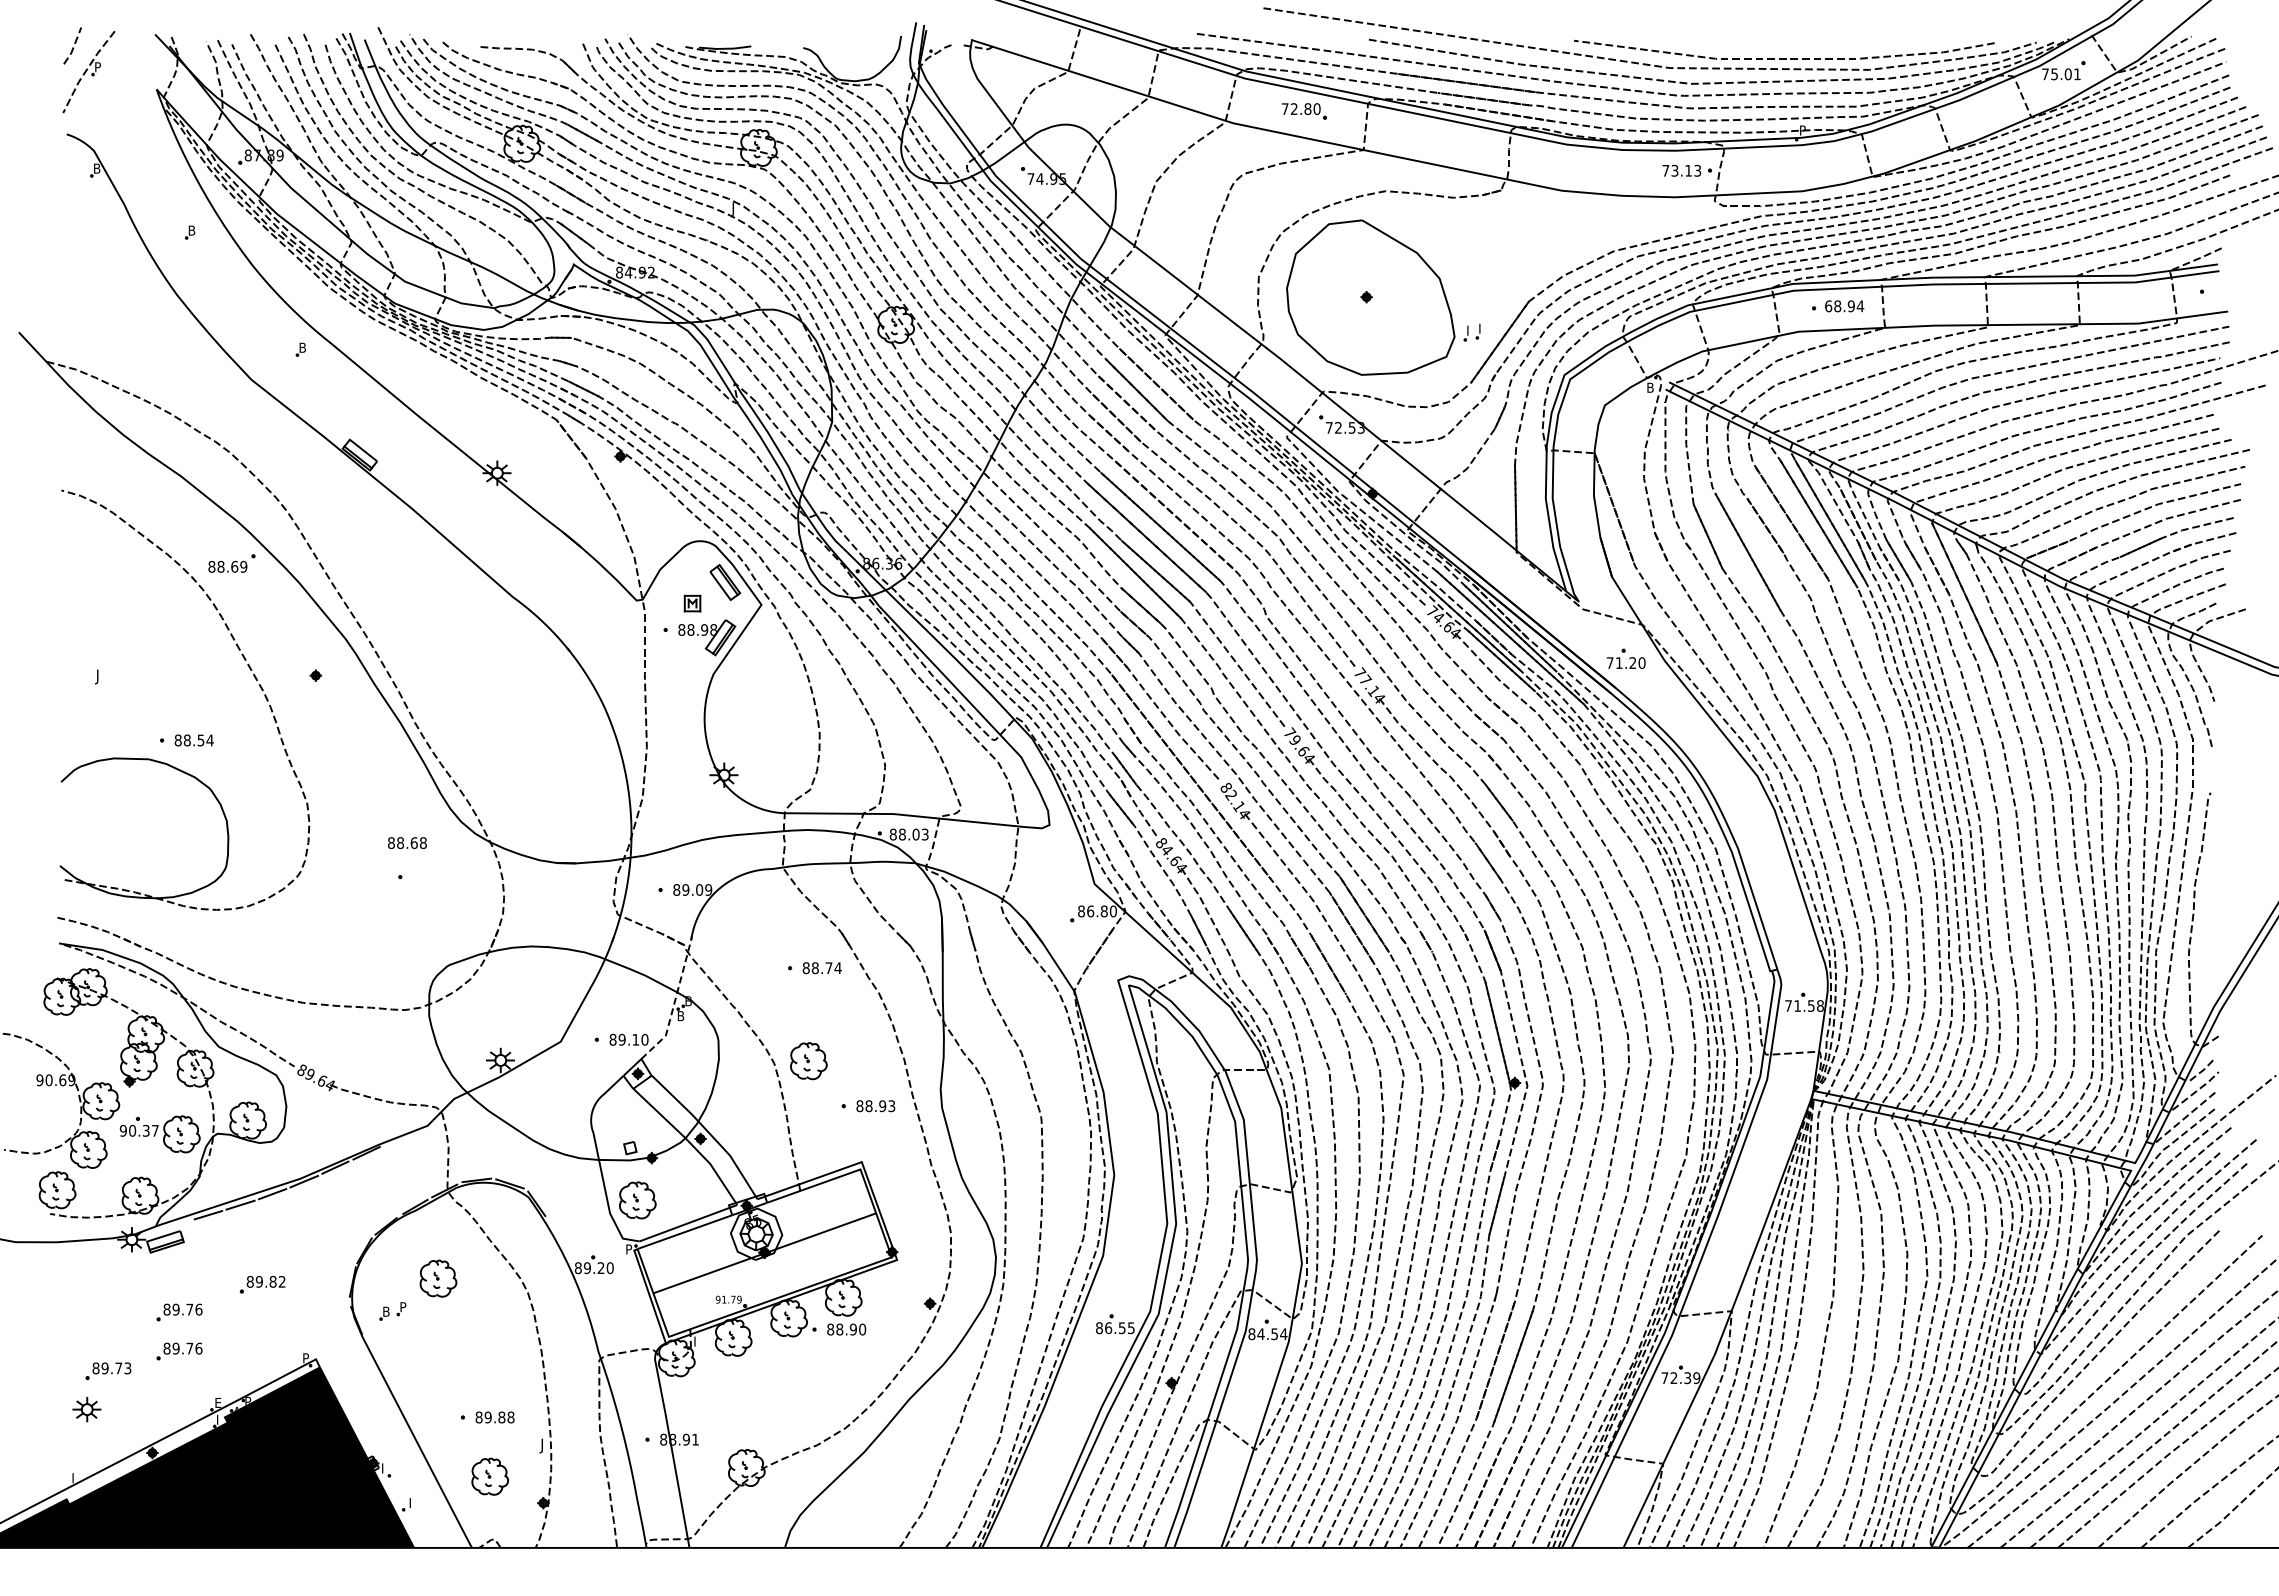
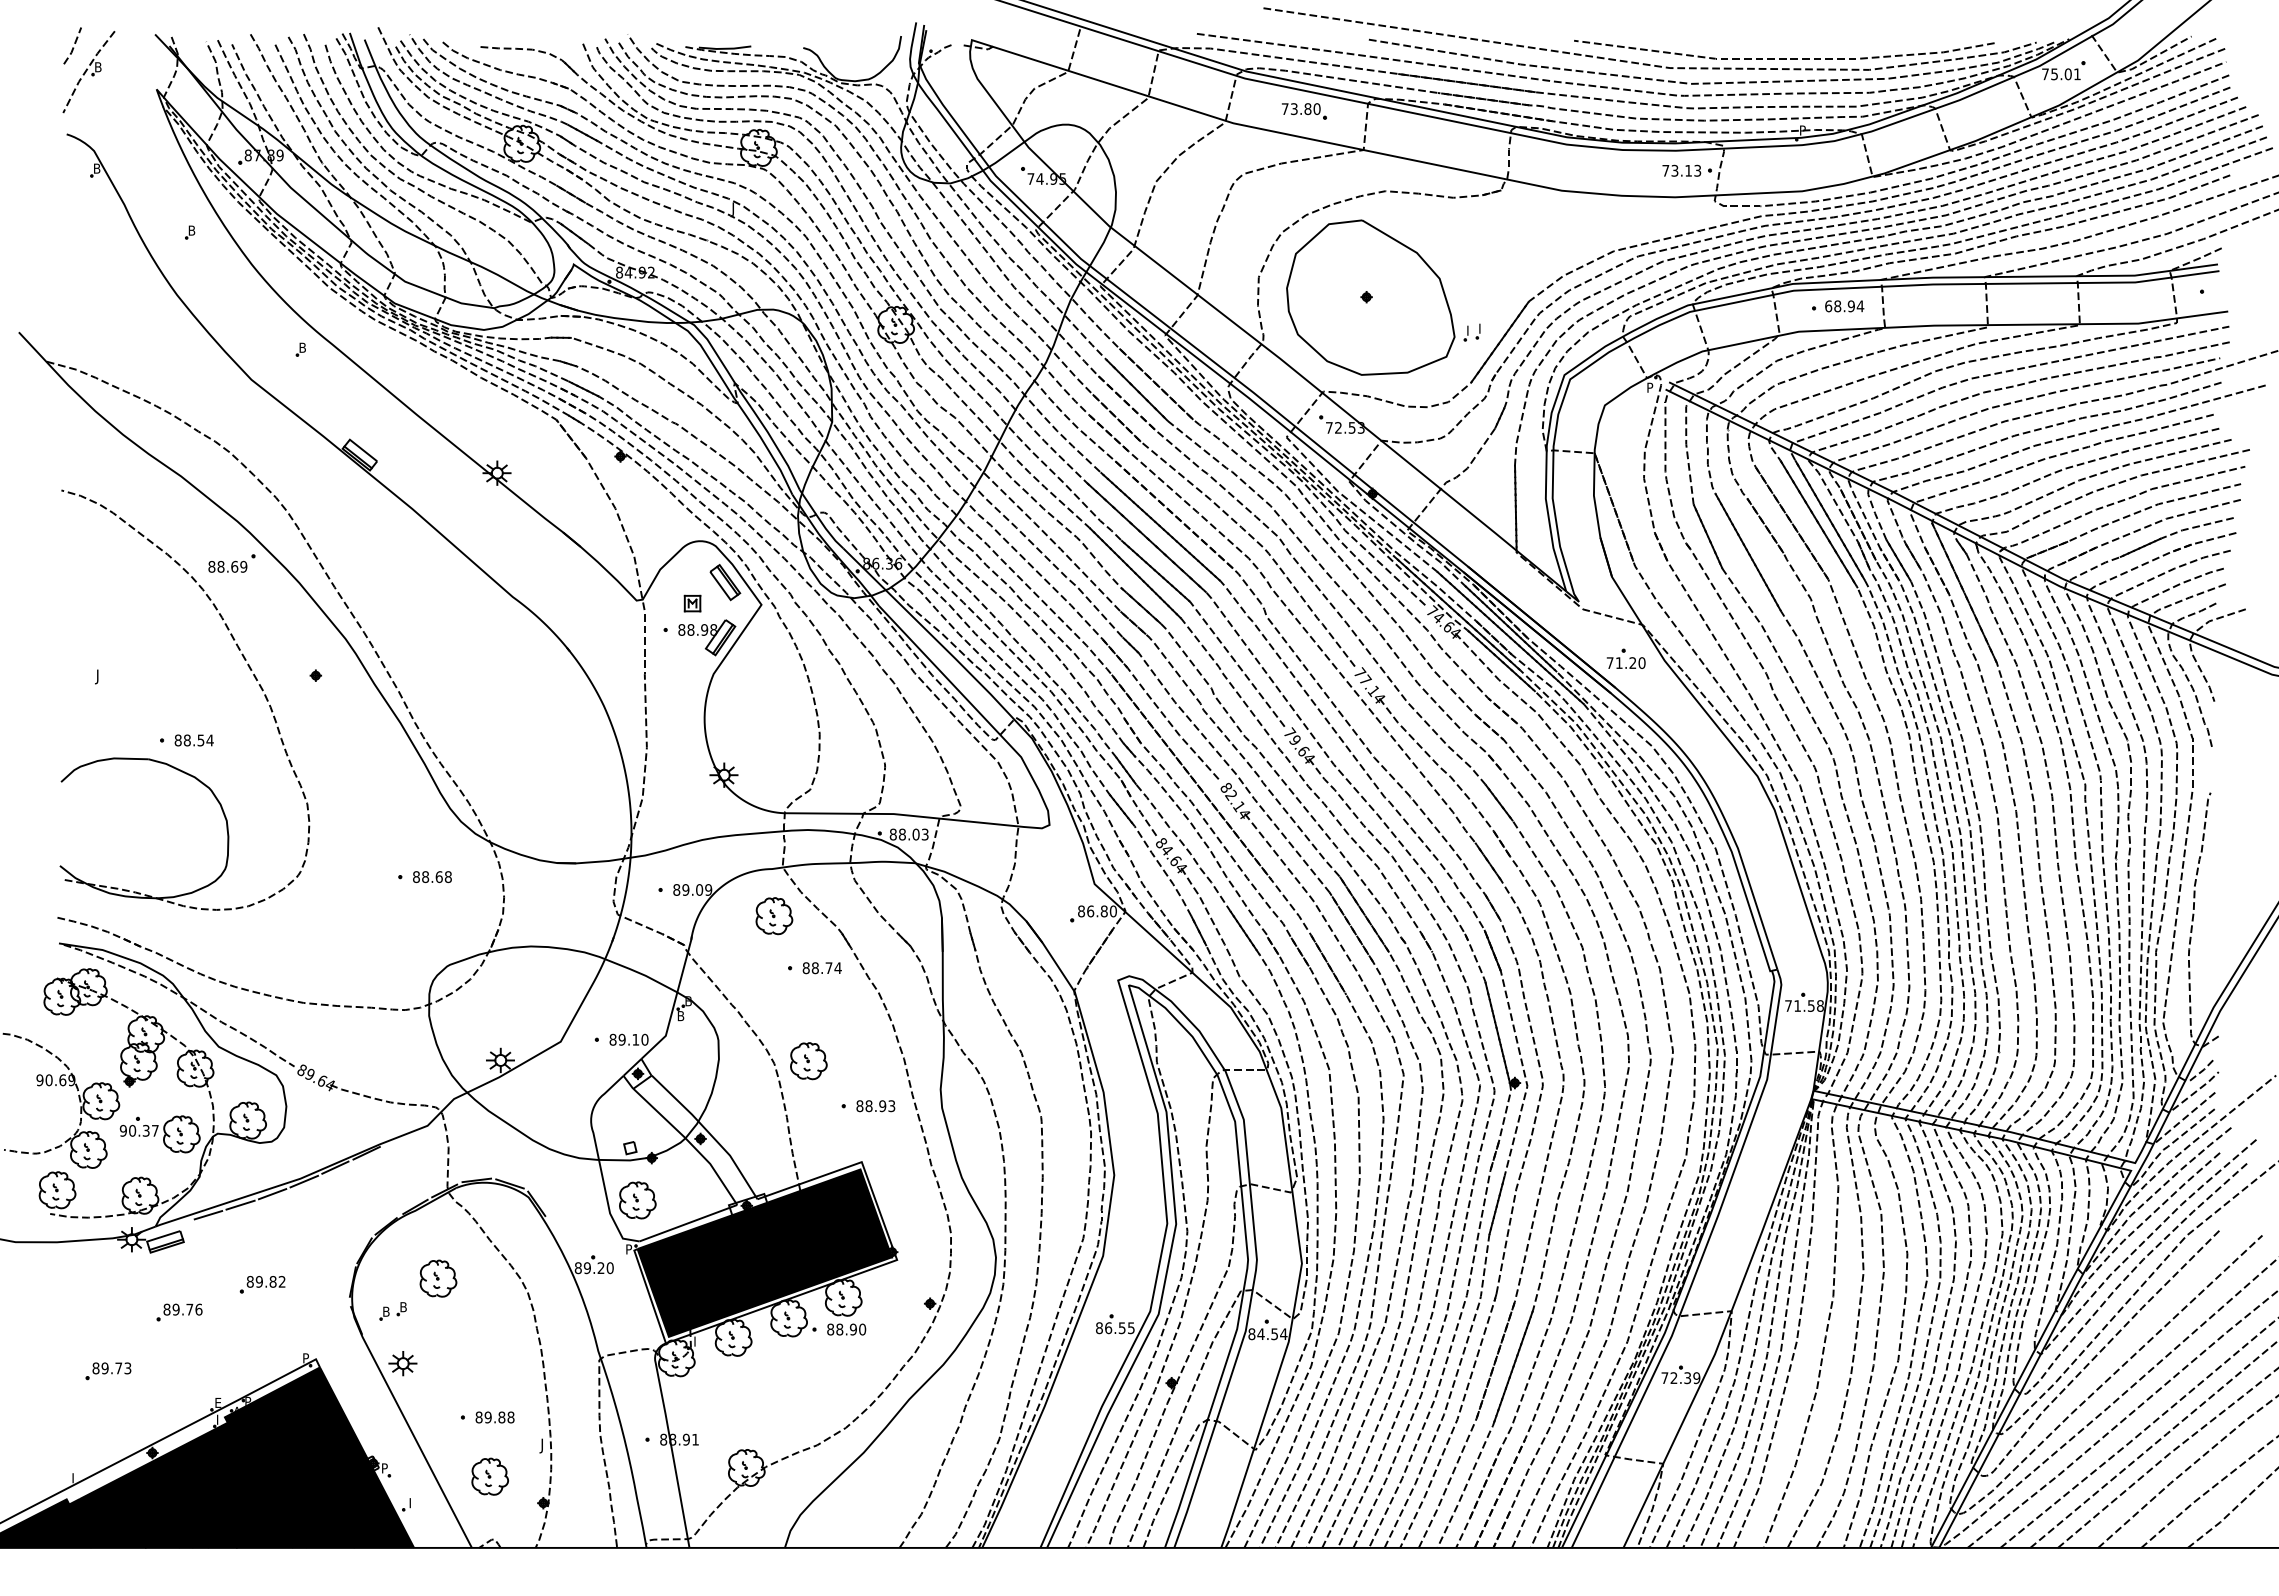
text at (98, 67): P -> B
text at (1294, 109): 72.80 -> 73.80
text at (1650, 387): B -> P
text at (407, 842) position: (407, 842) -> (432, 876)
part at (774, 916): none -> present
line at (674, 1002): dashed -> solid
fill at (764, 1252): none -> present
text at (403, 1307): P -> B
part at (179, 1351): present -> none
part at (86, 1409) position: (86, 1409) -> (402, 1363)
text at (385, 1466): I -> P
